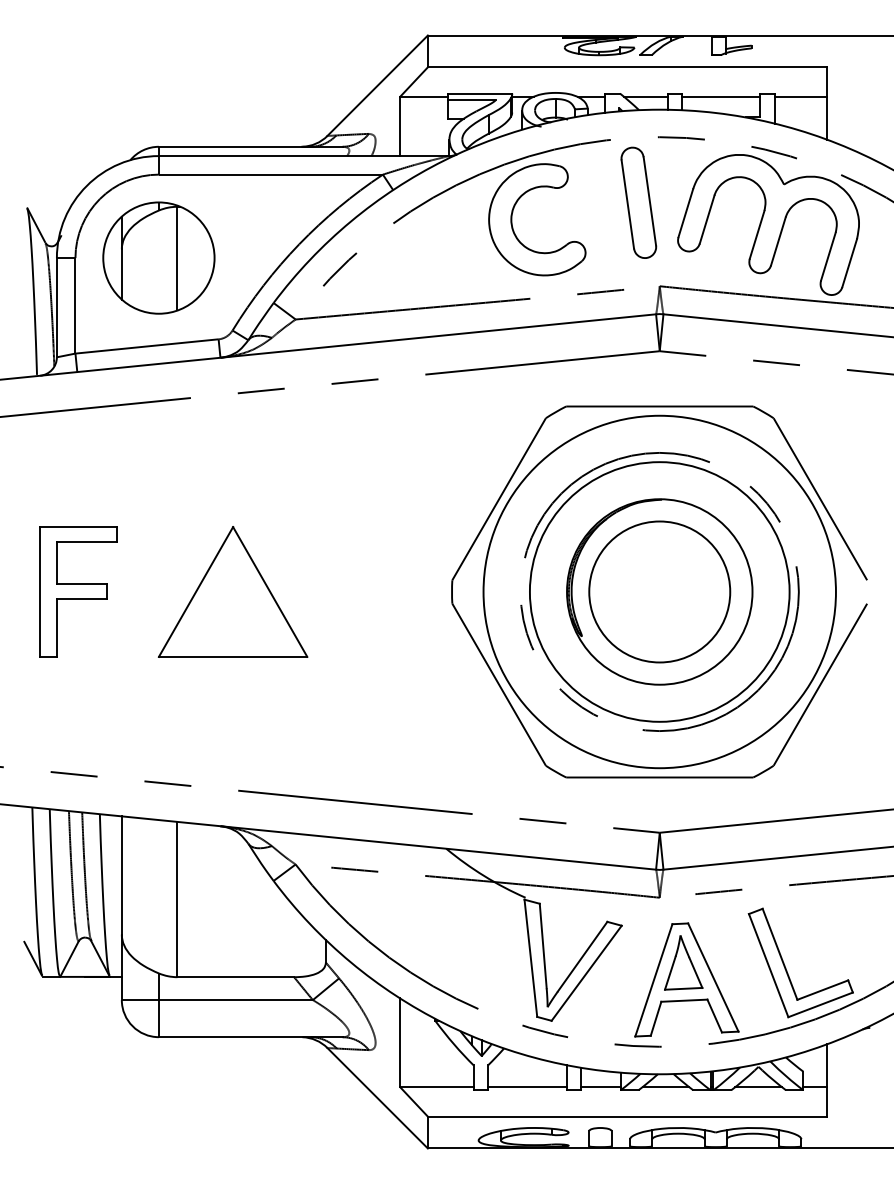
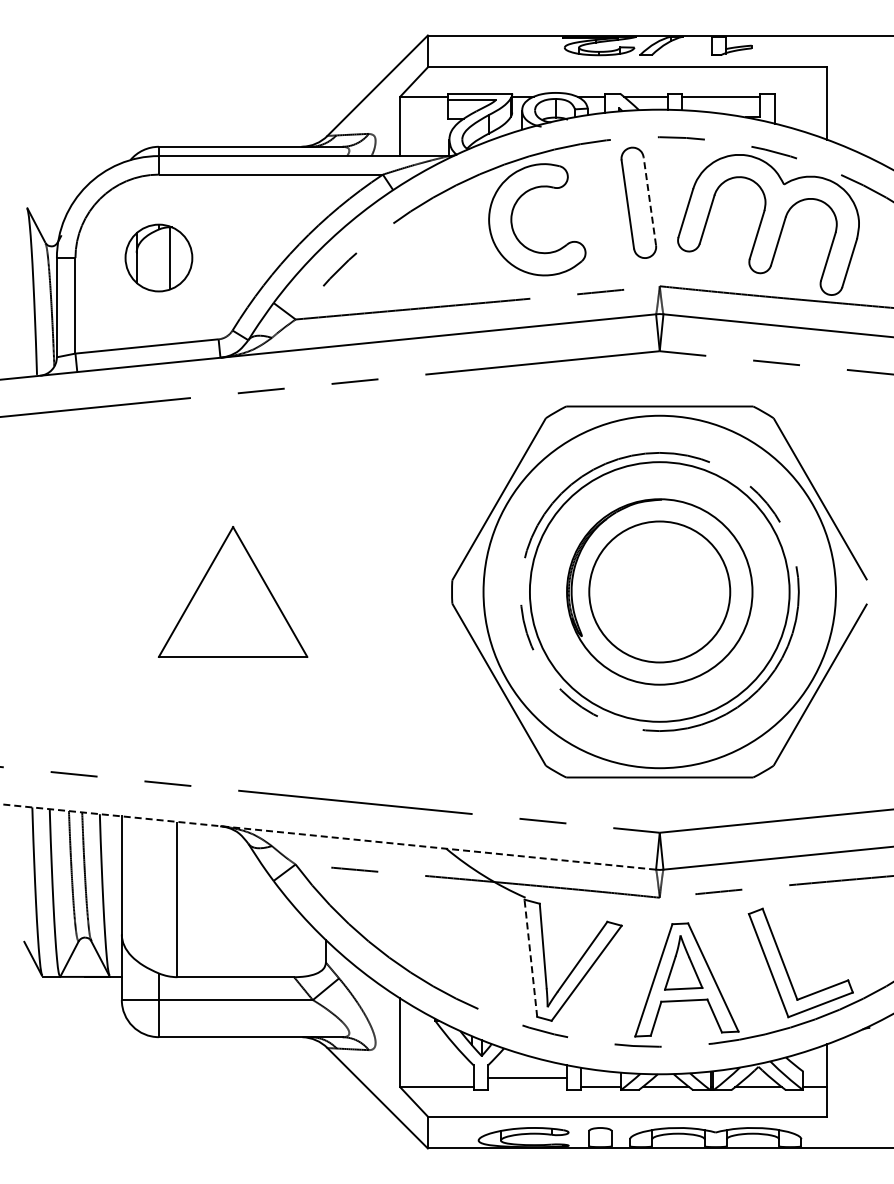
line at (800, 96): present -> none
line at (649, 201): solid -> dashed
part at (158, 257) size: 114x114 px -> 70x70 px
part at (78, 591): present -> none
line at (327, 836): solid -> dashed
line at (530, 958): solid -> dashed
line at (527, 1087) position: (527, 1087) -> (527, 1078)
